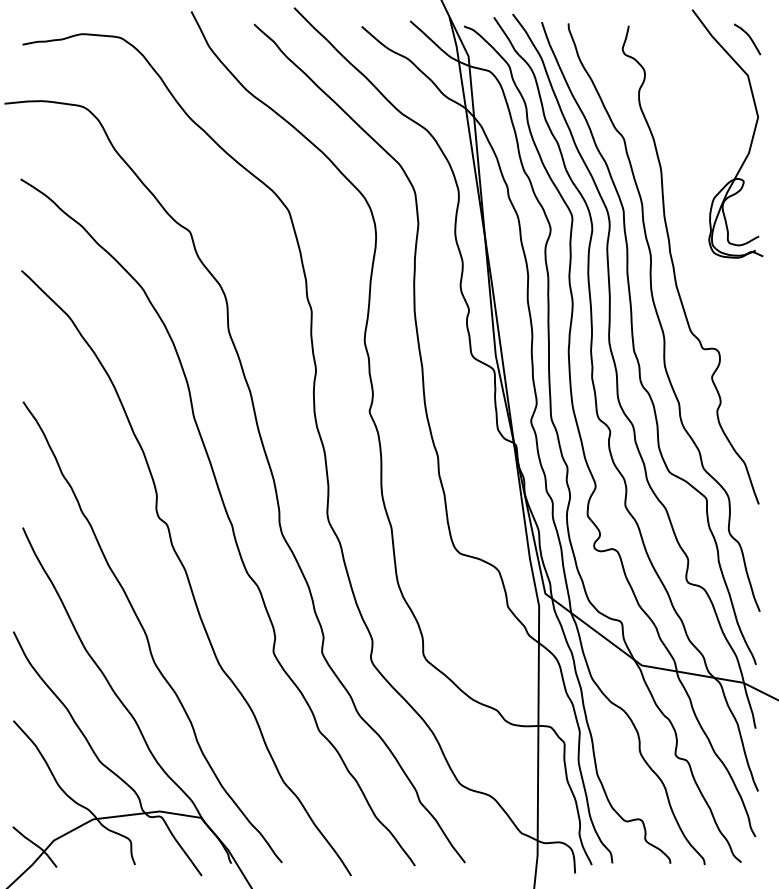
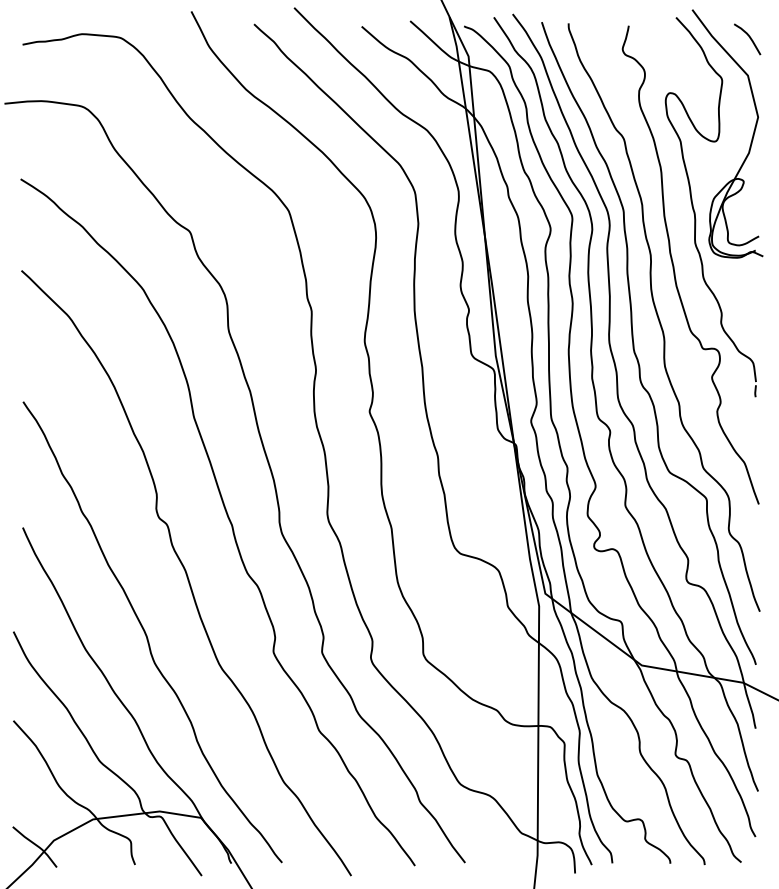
part at (695, 211): none -> present
